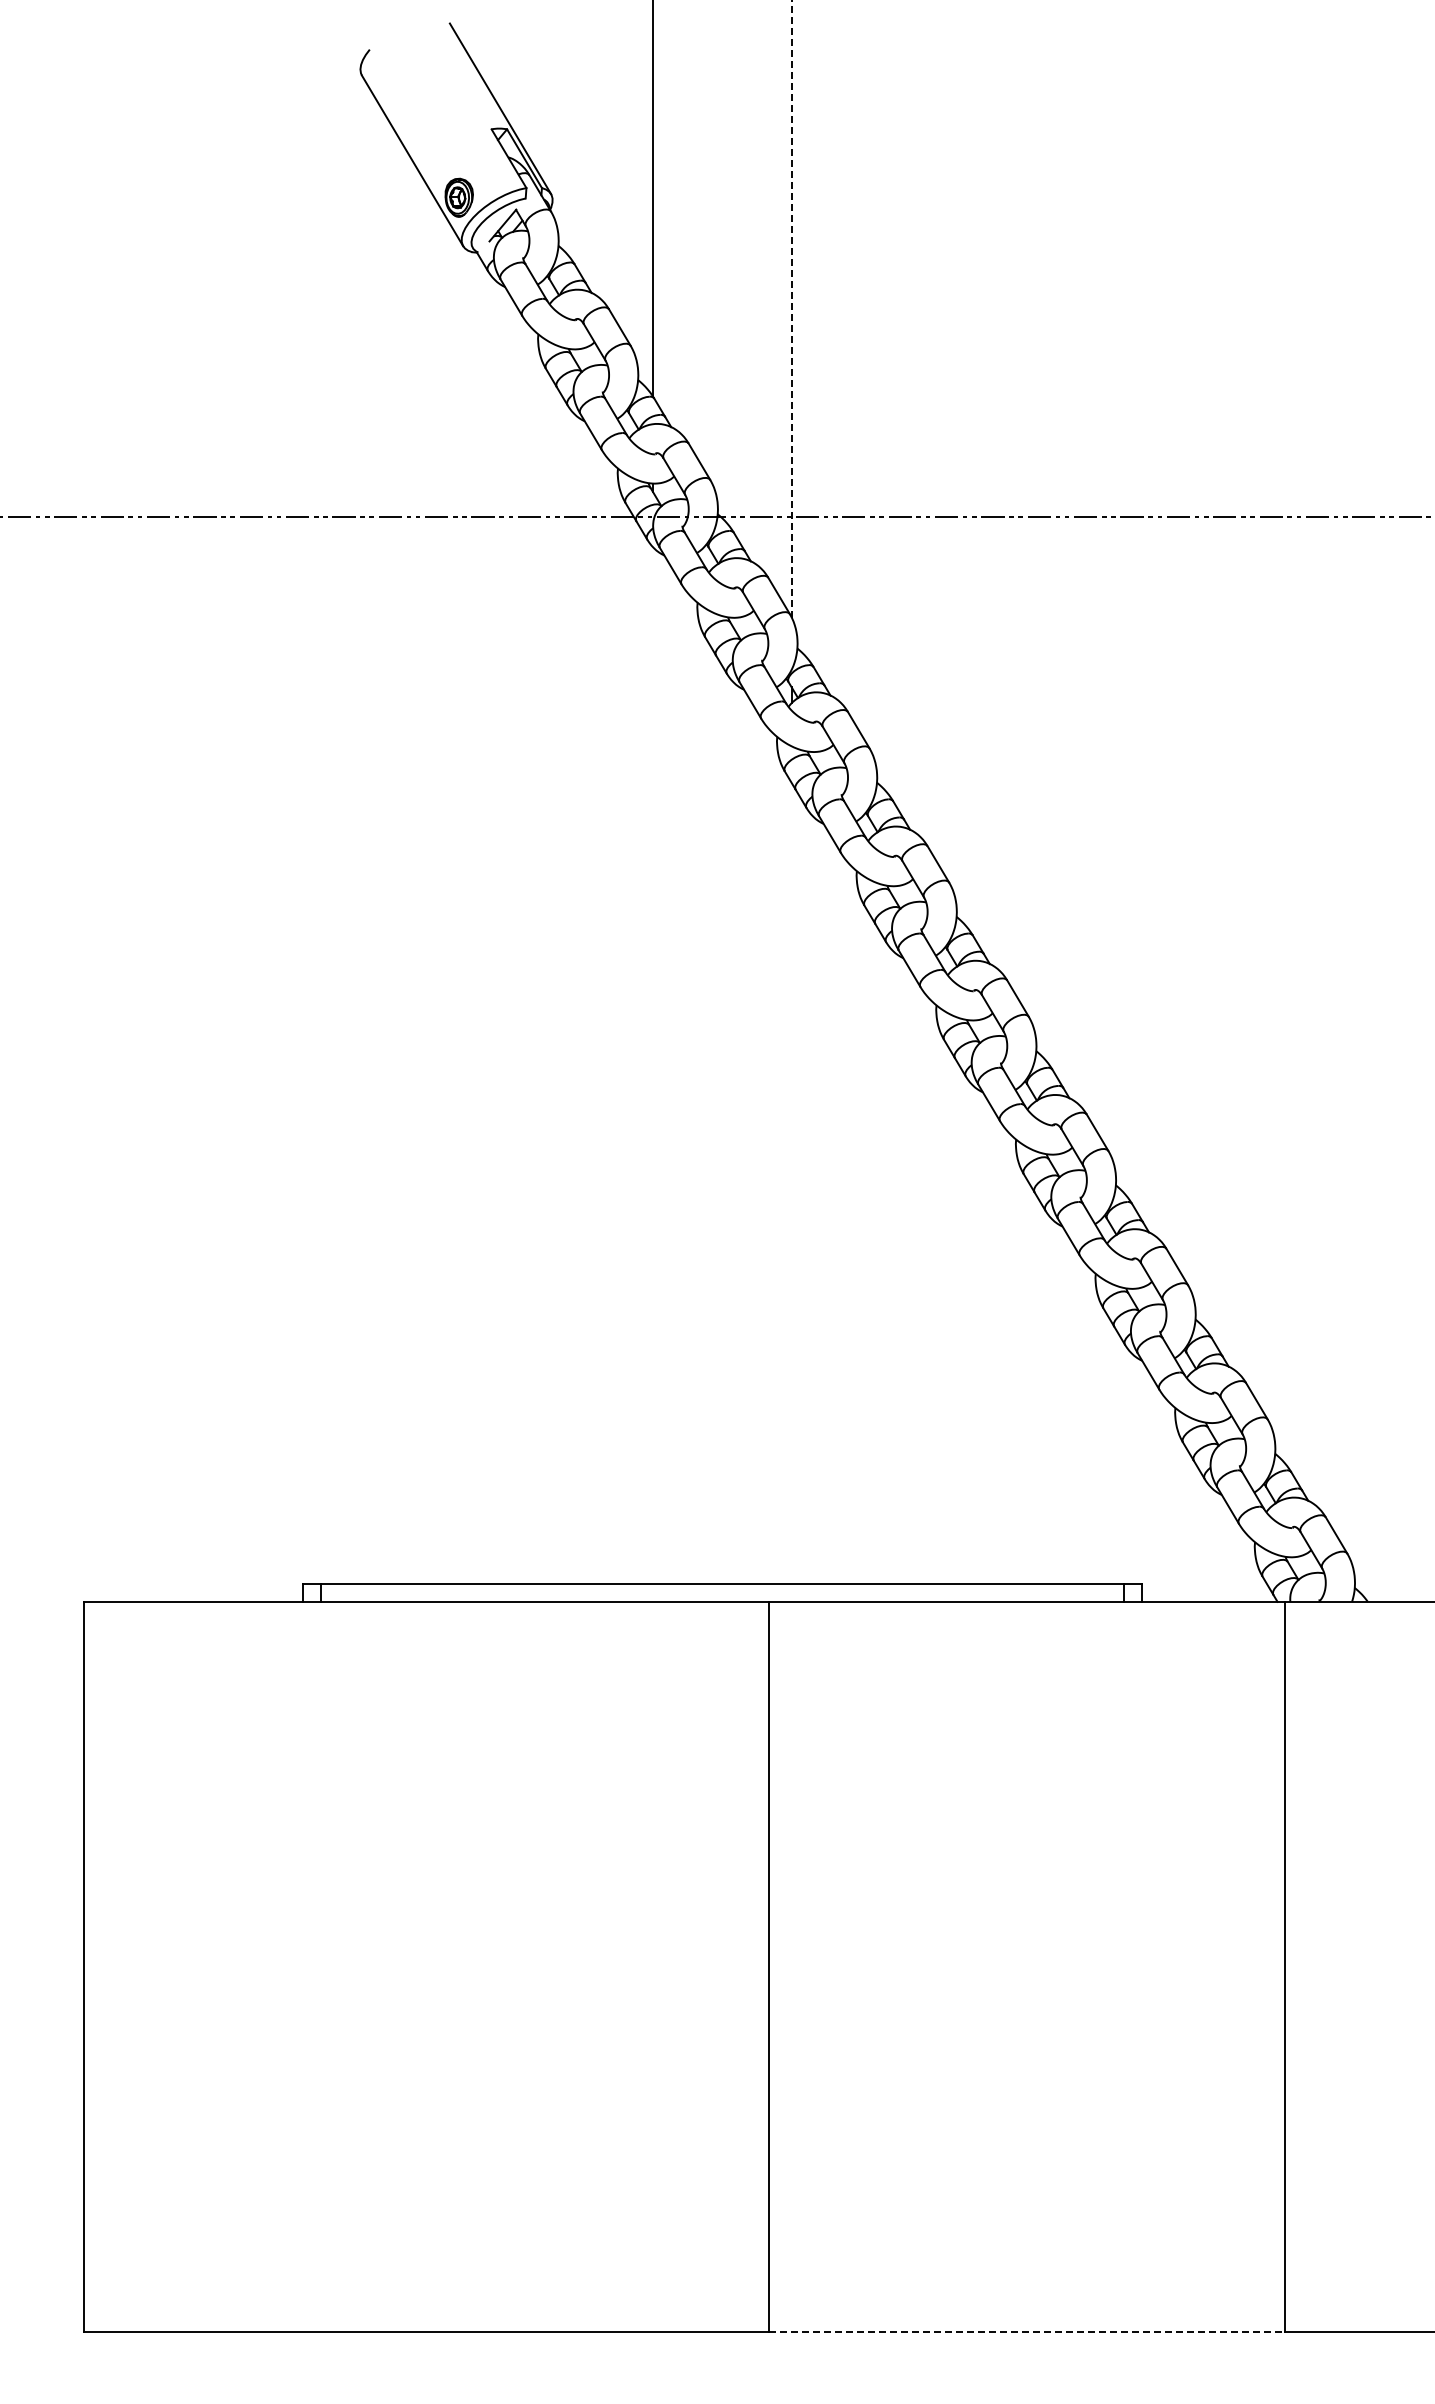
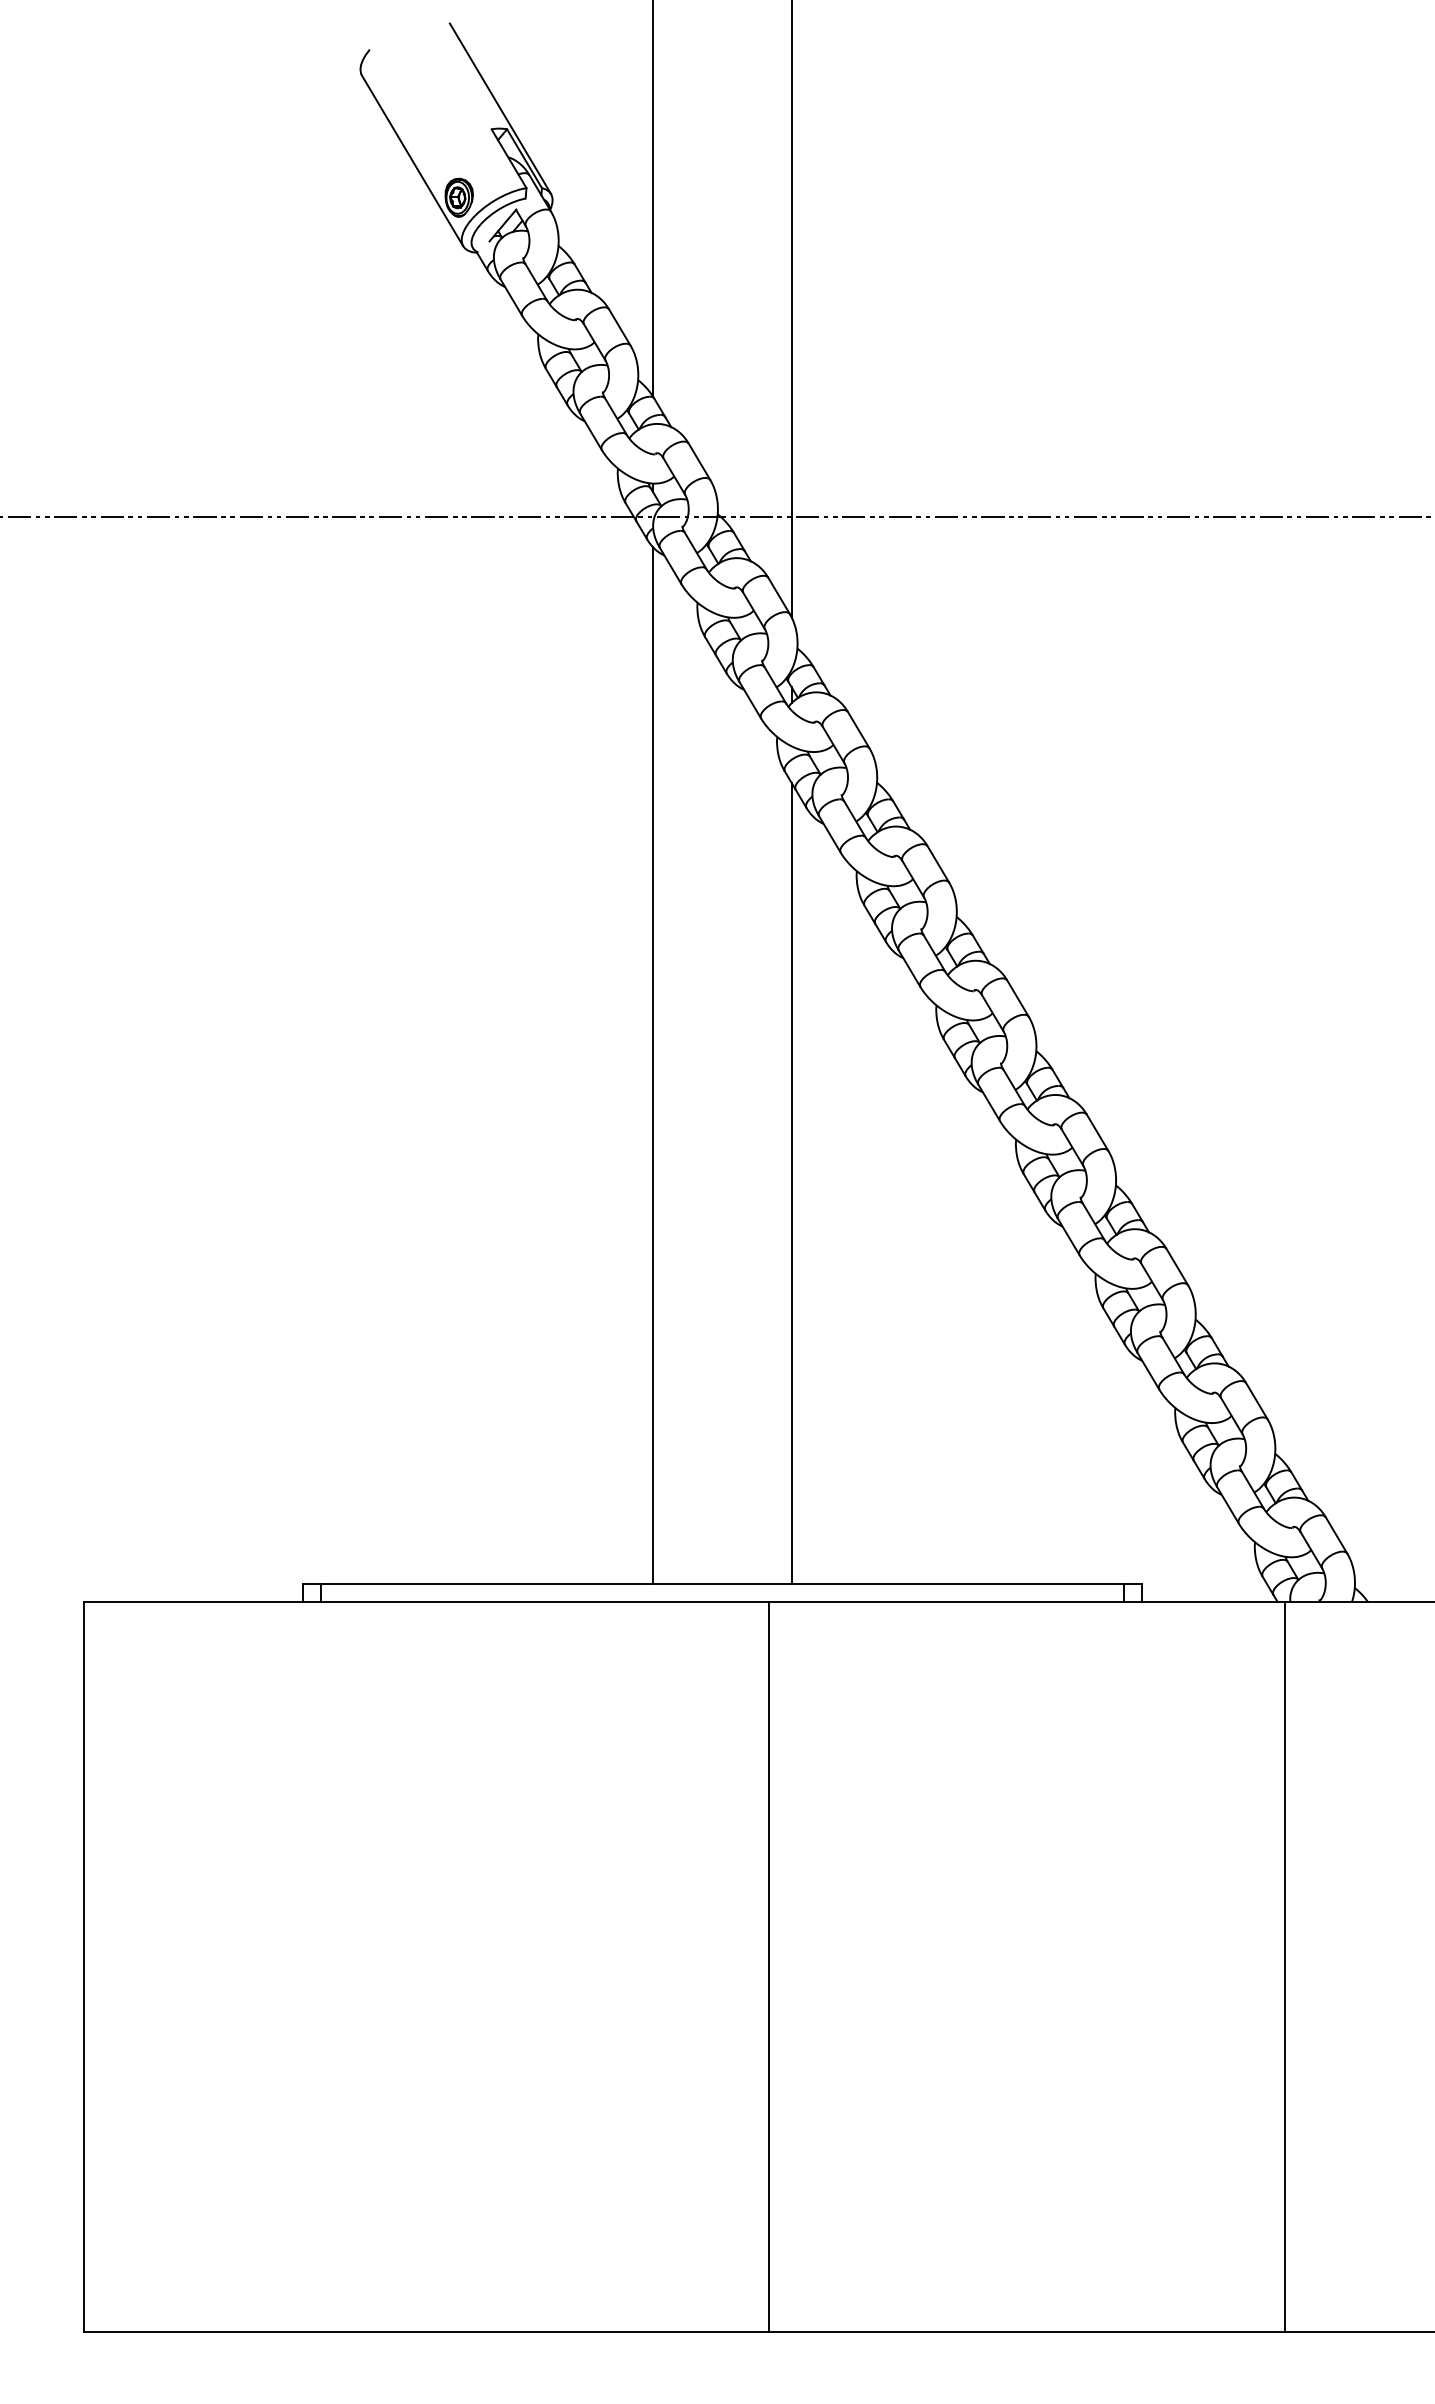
line at (791, 308): dashed -> solid
line at (653, 1065): none -> present
line at (791, 1183): none -> present
line at (1027, 2331): dashed -> solid
